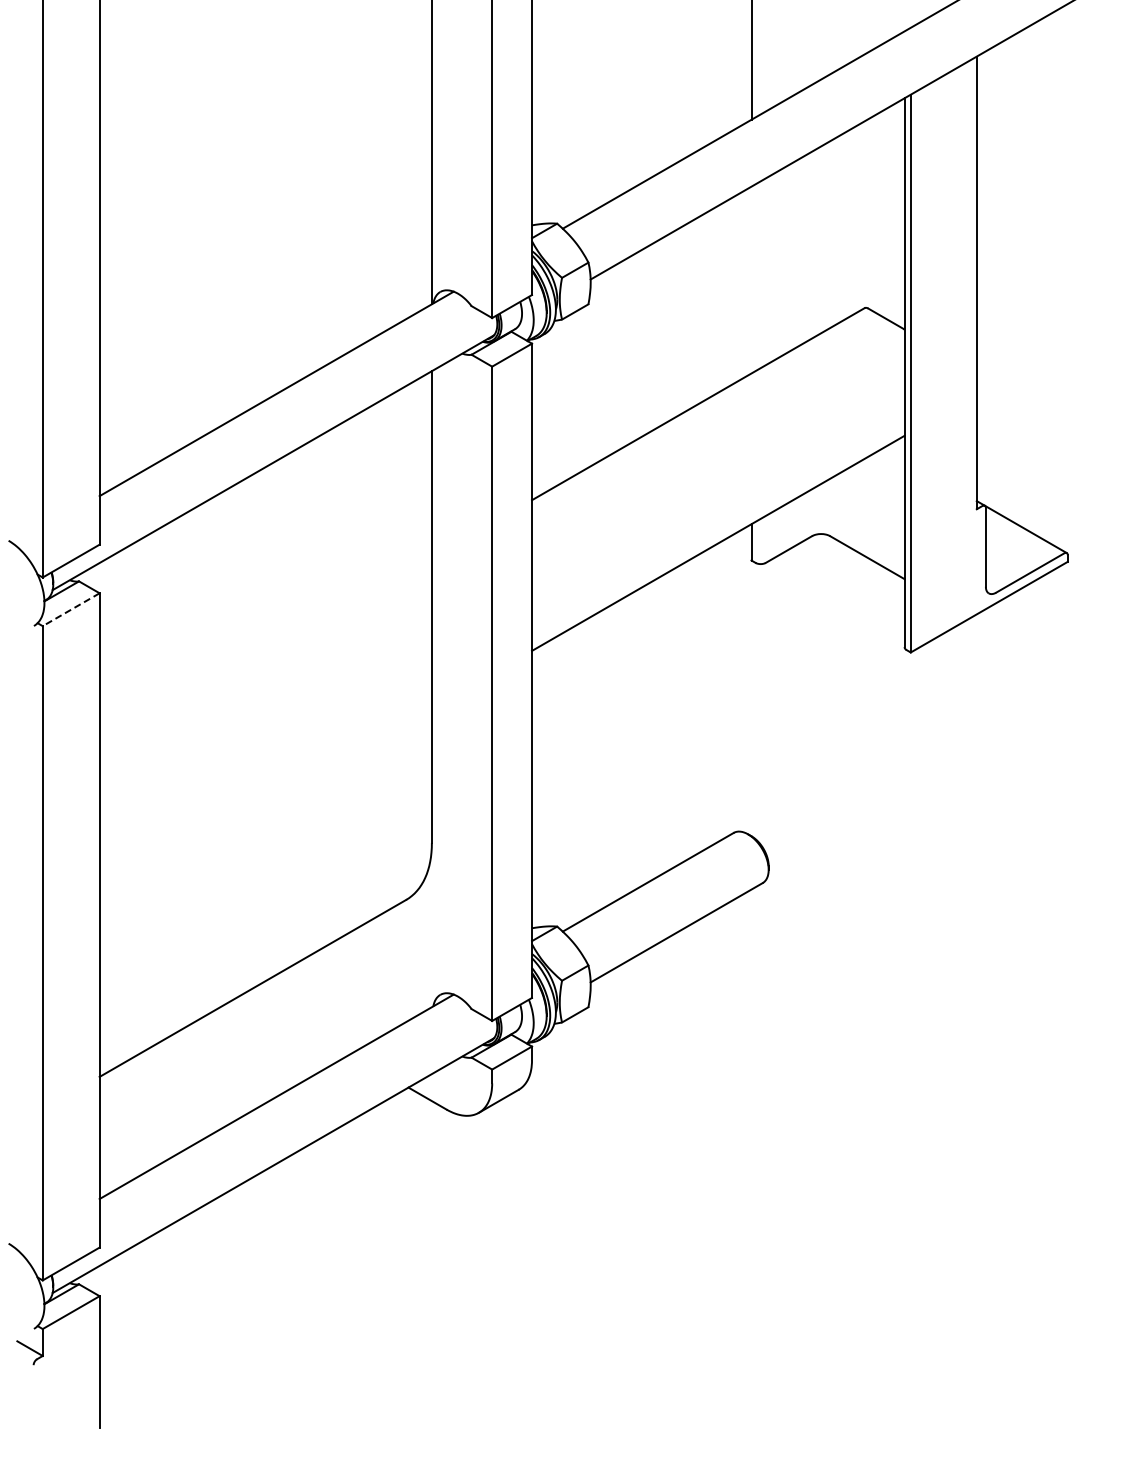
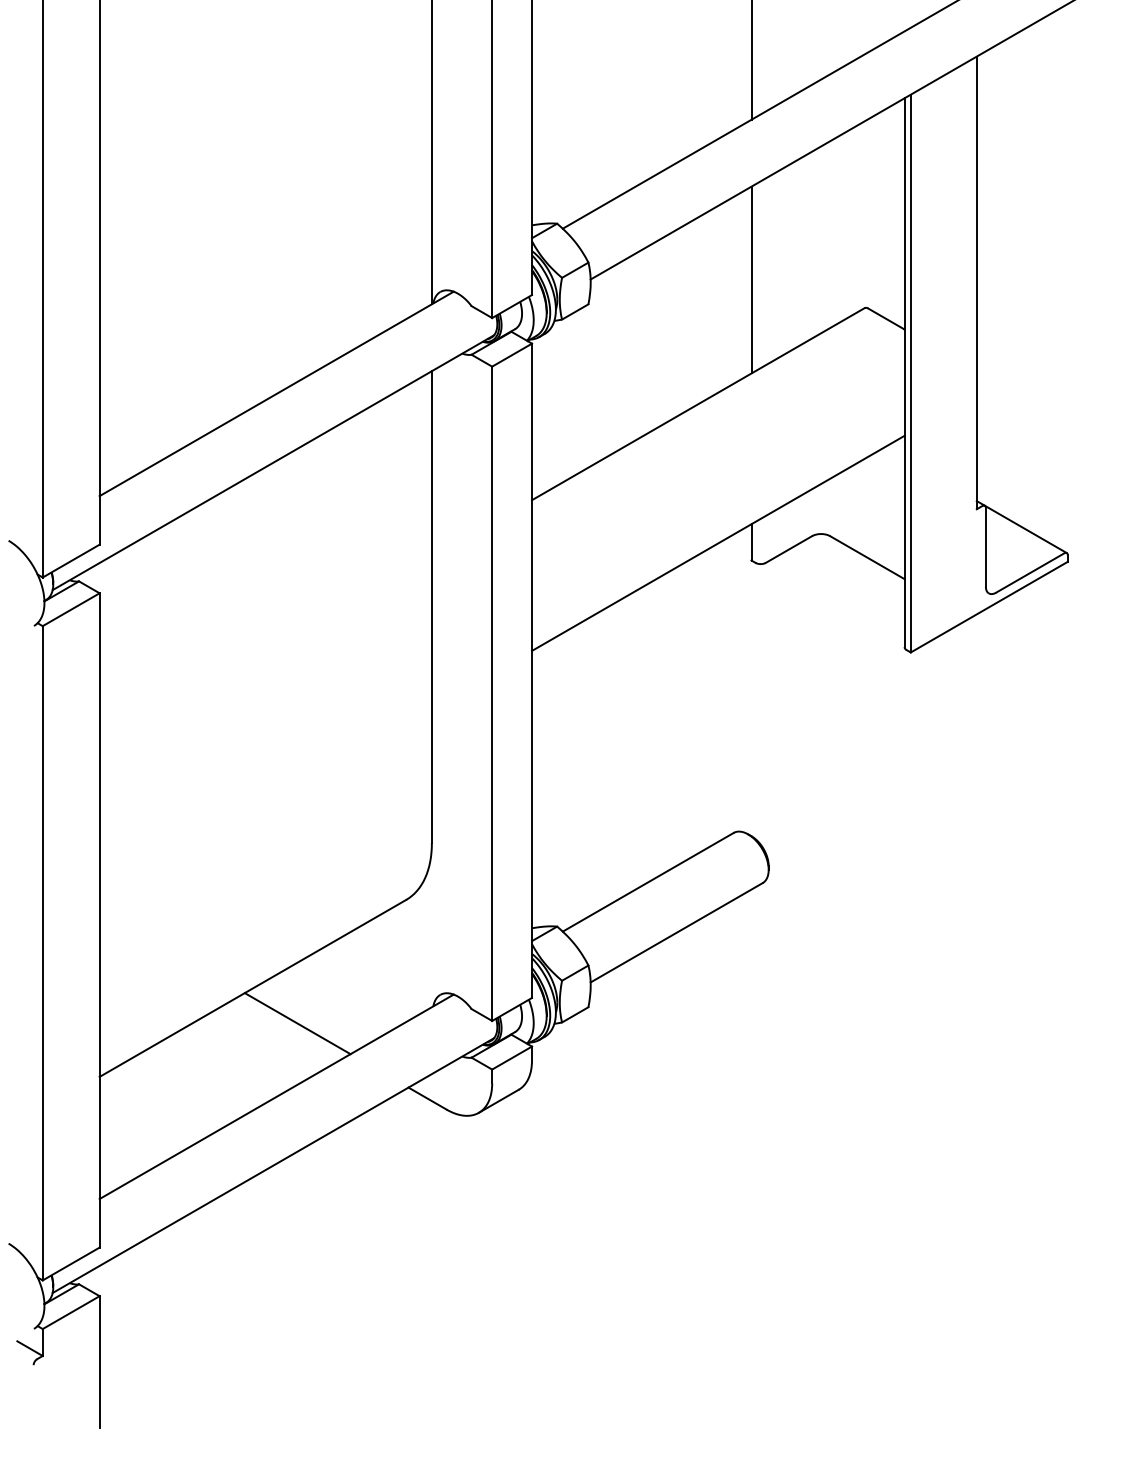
line at (751, 279): none -> present
line at (71, 609): dashed -> solid
line at (297, 1023): none -> present
